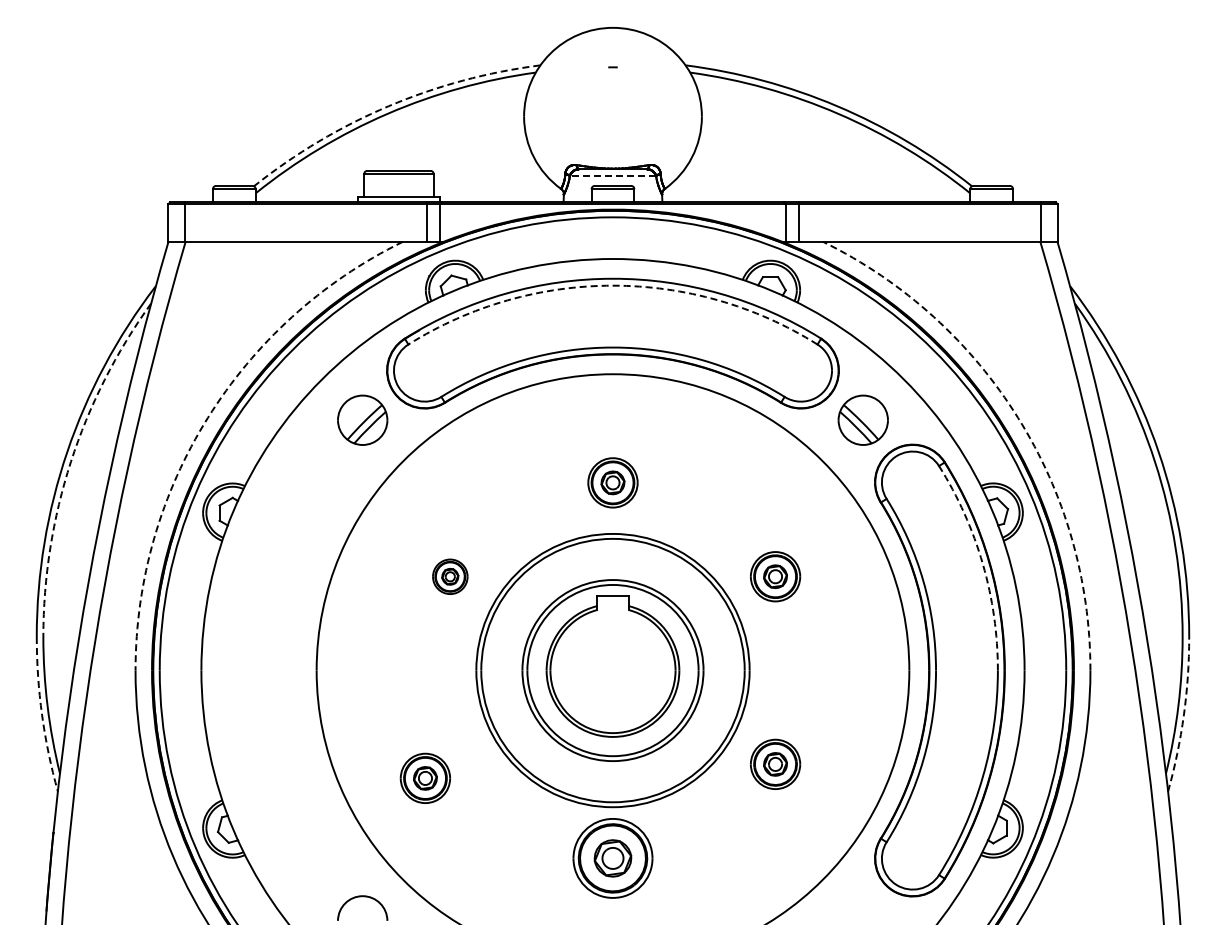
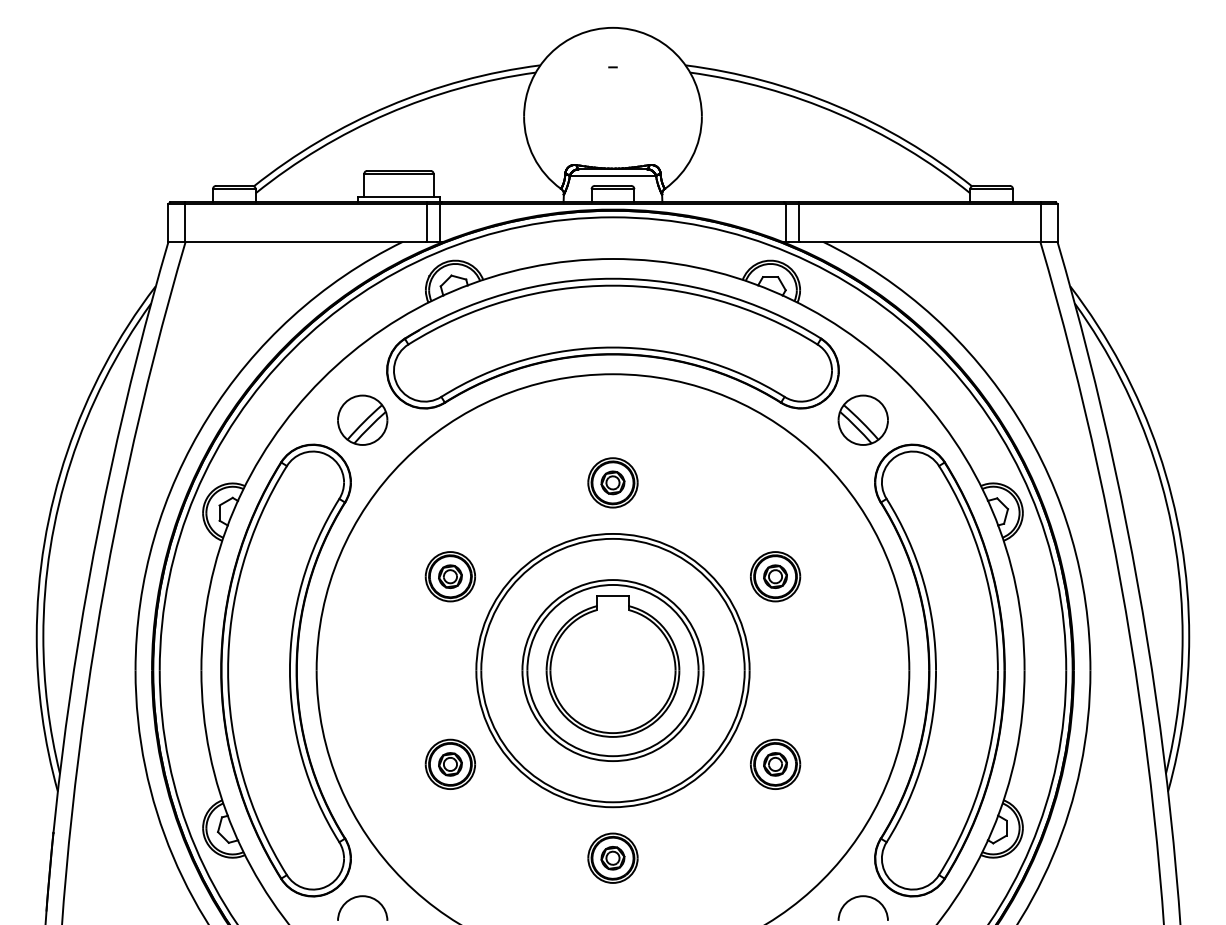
arc at (388, 106): dashed -> solid
line at (612, 175): dashed -> solid
arc at (613, 285): dashed -> solid
arc at (207, 417): dashed -> solid
arc at (1018, 417): dashed -> solid
arc at (70, 461): dashed -> solid
arc at (982, 564): dashed -> solid
part at (450, 576) size: 37x37 px -> 52x52 px
part at (285, 670): none -> present
arc at (42, 715): dashed -> solid
arc at (1183, 715): dashed -> solid
part at (424, 777) position: (424, 777) -> (449, 763)
part at (612, 858) size: 82x81 px -> 52x52 px
arc at (862, 897): none -> present
